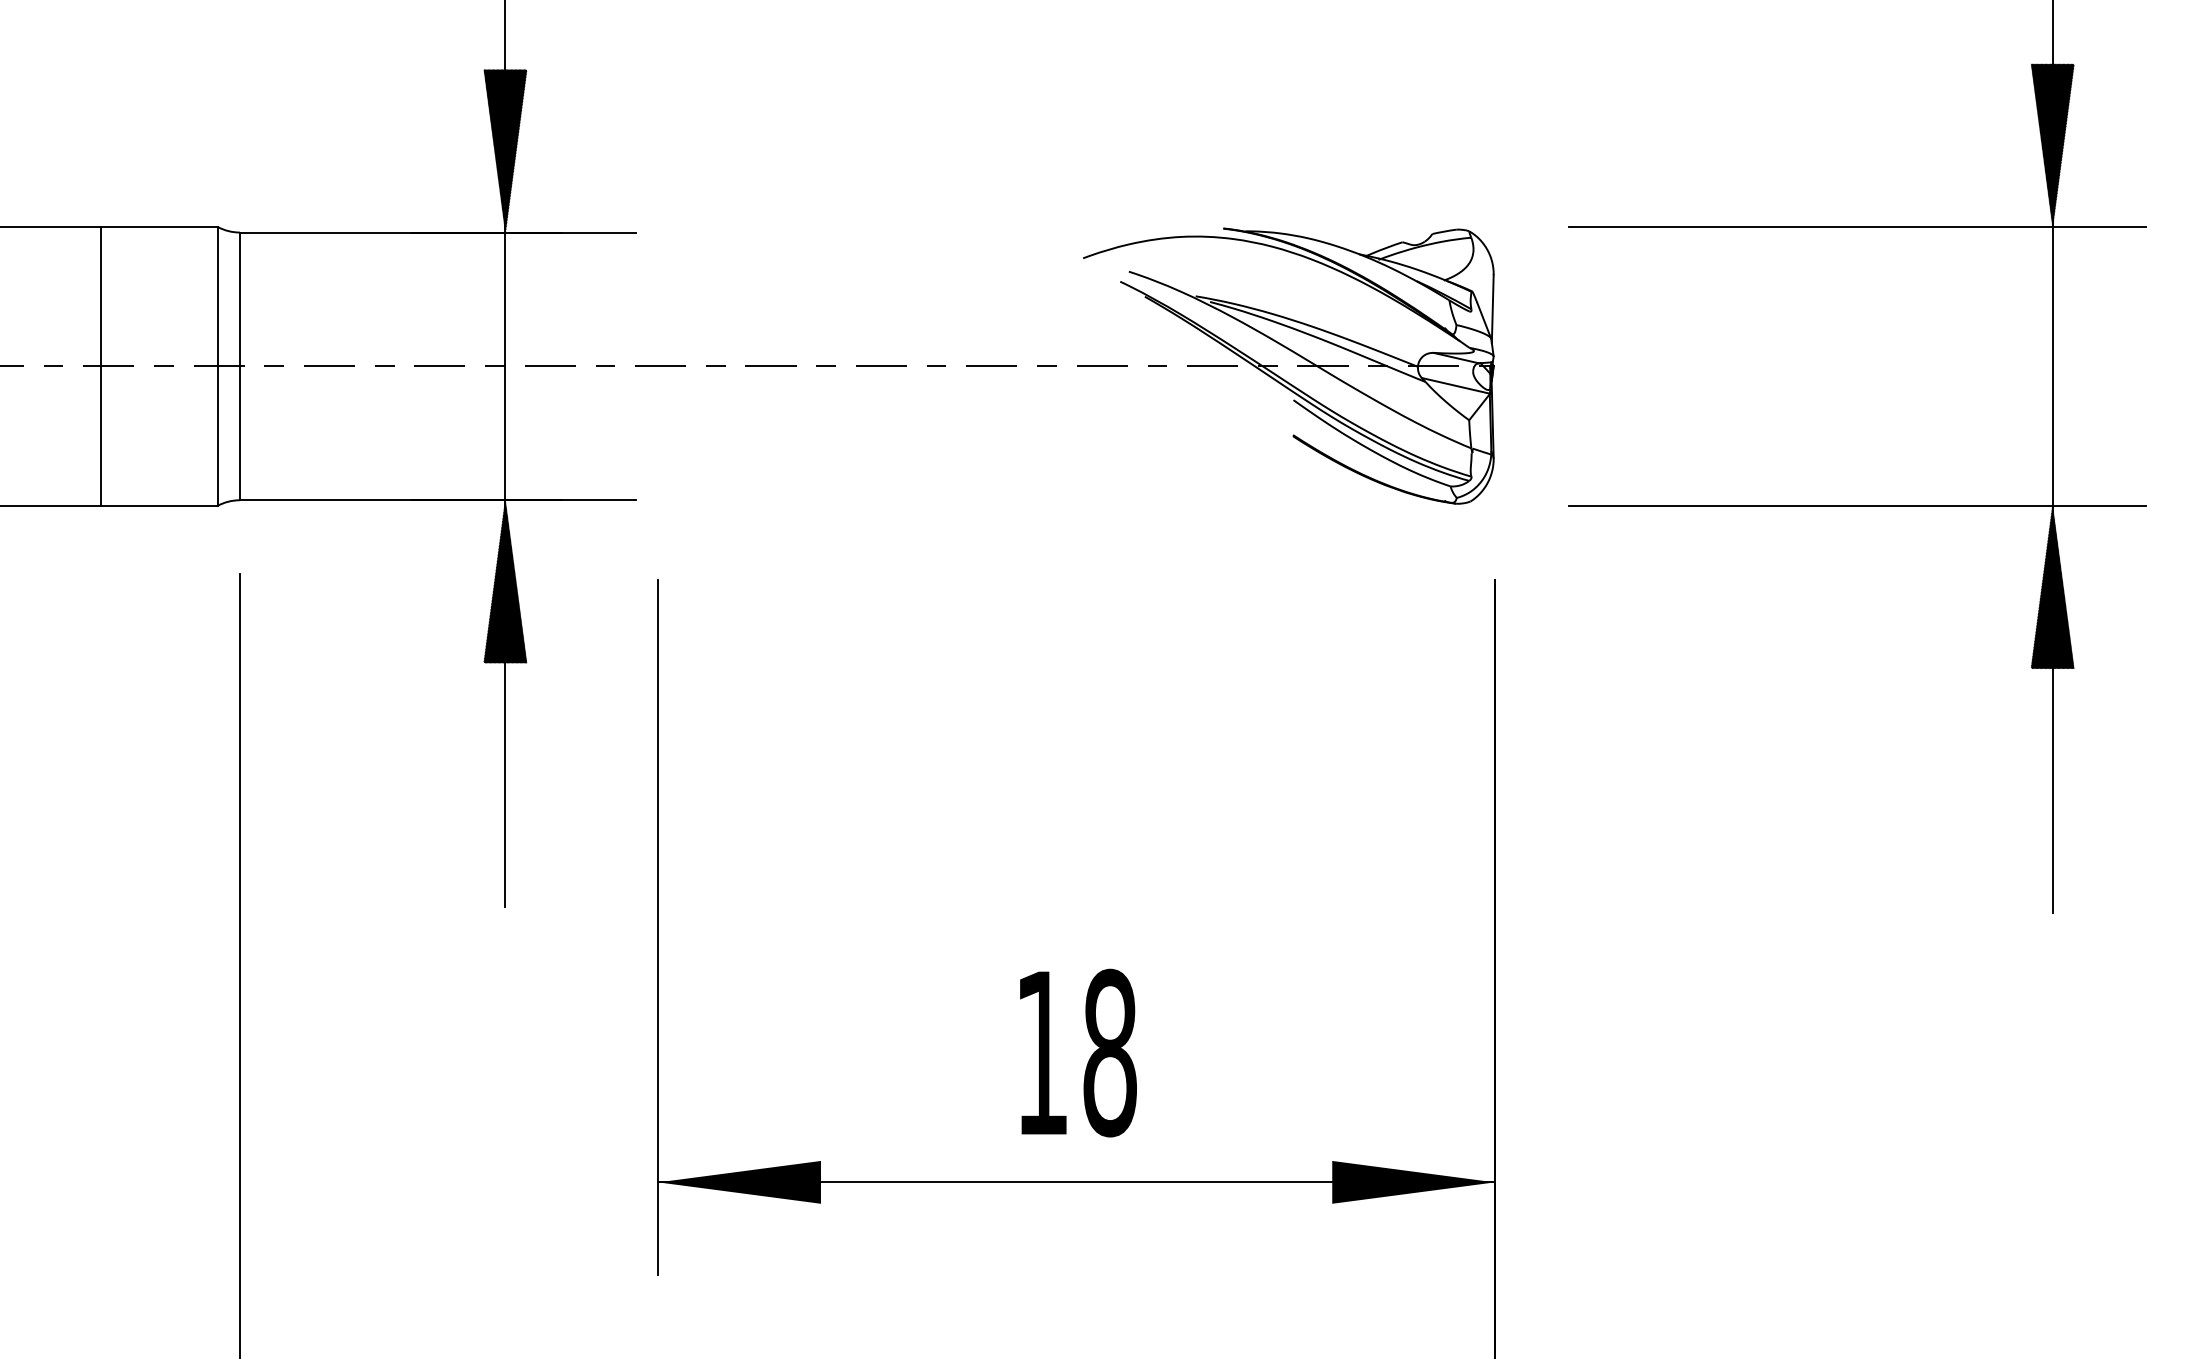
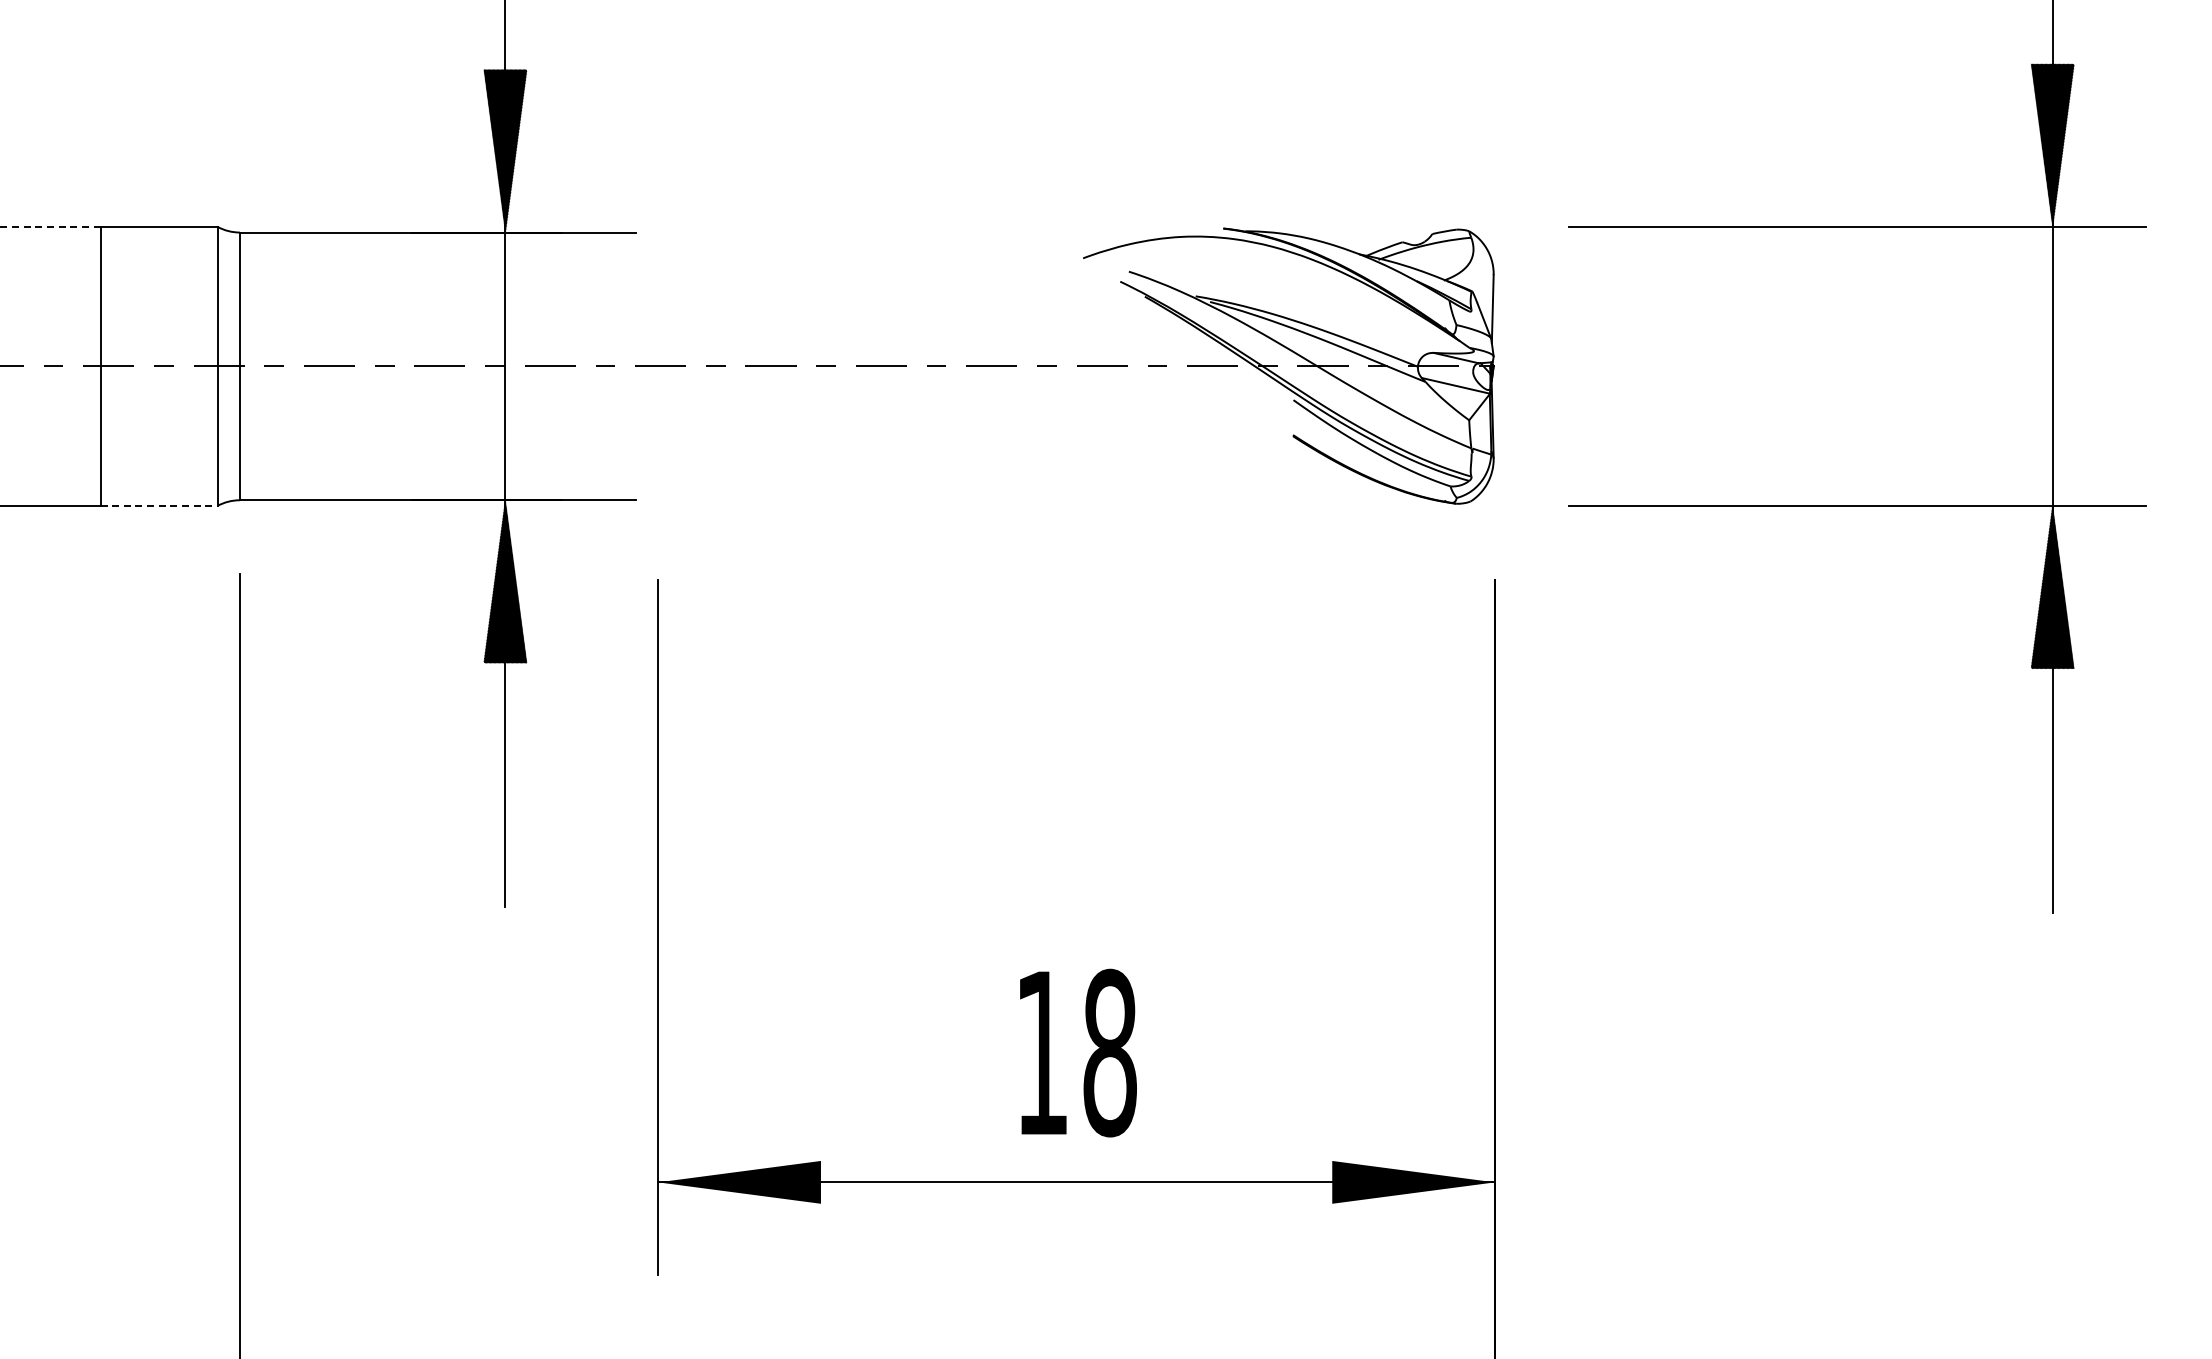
line at (50, 226): solid -> dashed
line at (159, 505): solid -> dashed
